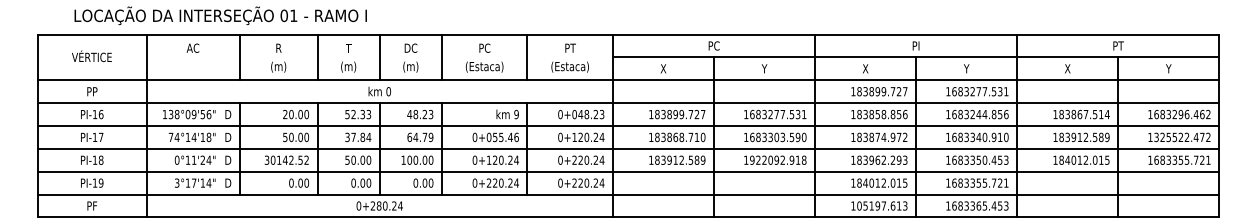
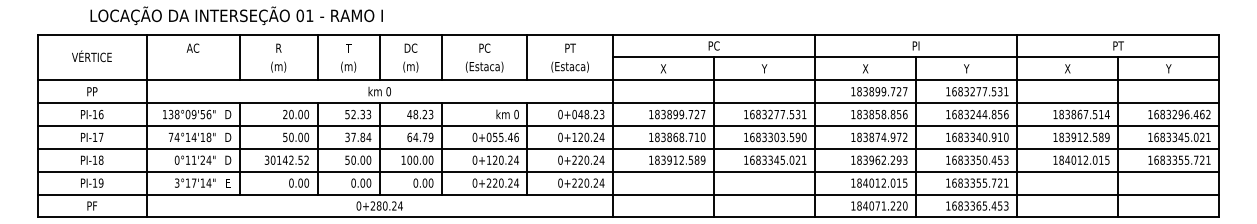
text at (220, 15) position: (220, 15) -> (236, 15)
text at (516, 114): 9 -> 0
text at (1182, 137): 1325522.472 -> 1683345.021
text at (778, 159): 1922092.918 -> 1683345.021
text at (228, 182): D -> E
text at (882, 205): 105197.613 -> 184071.220
